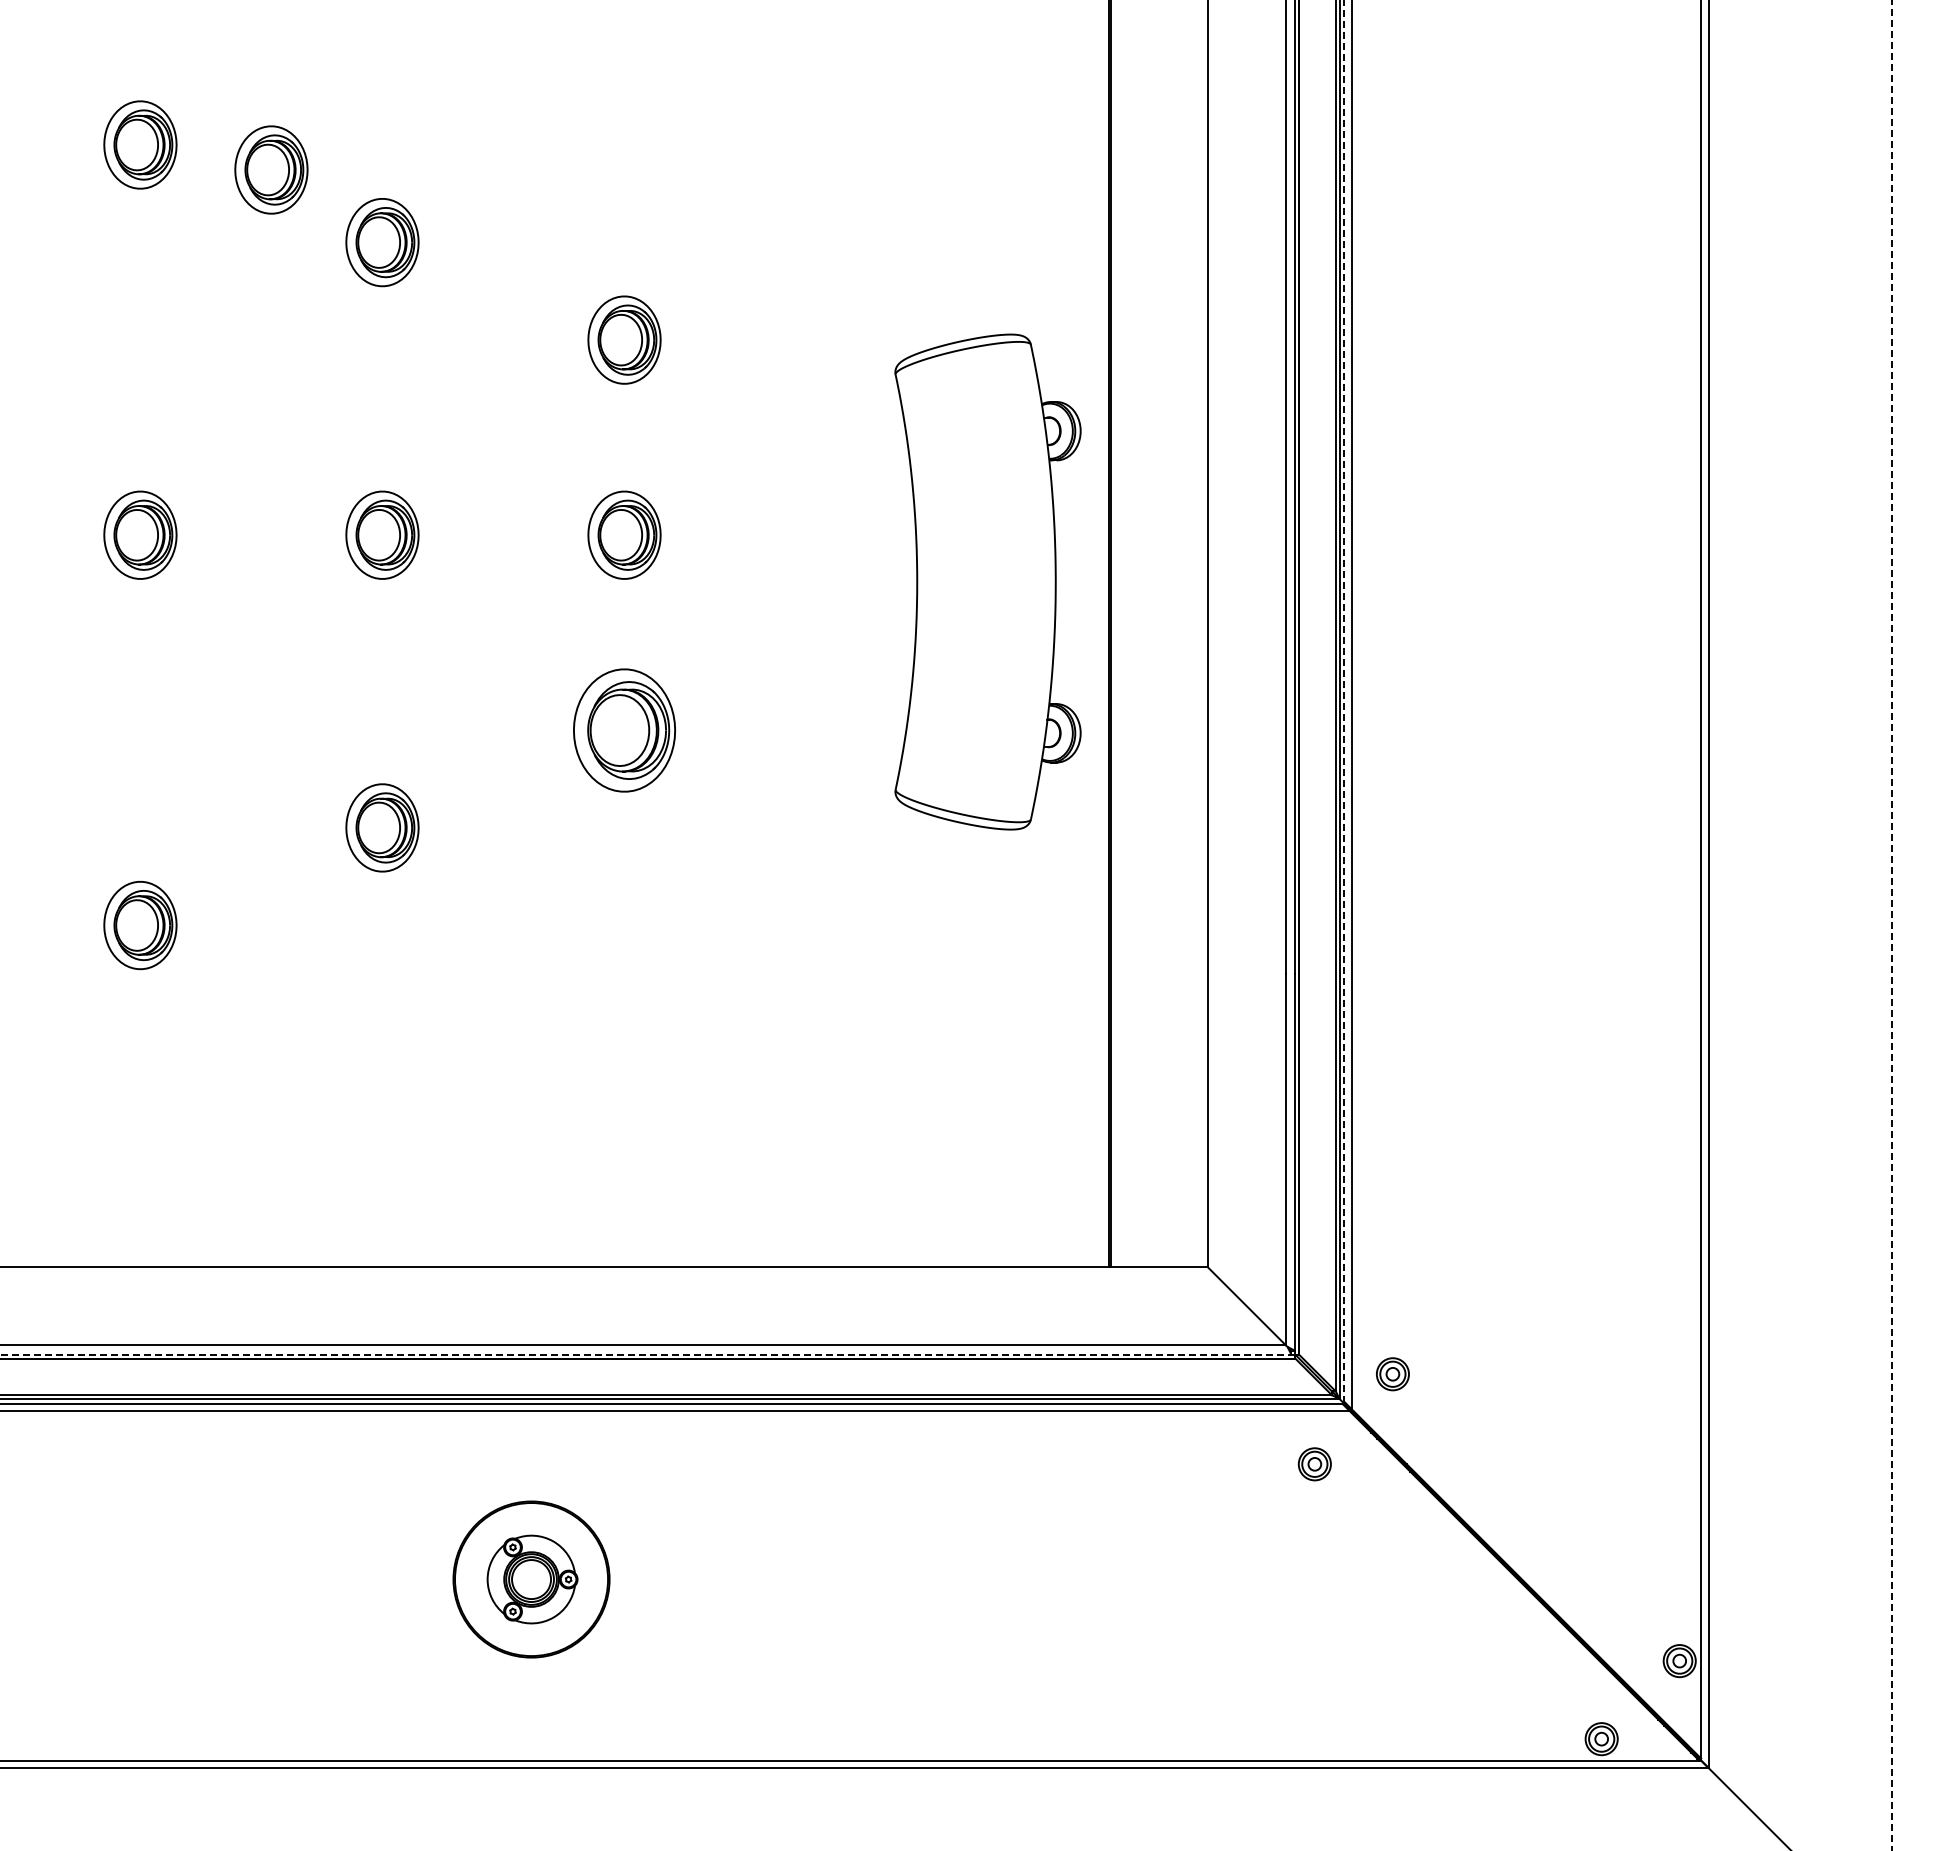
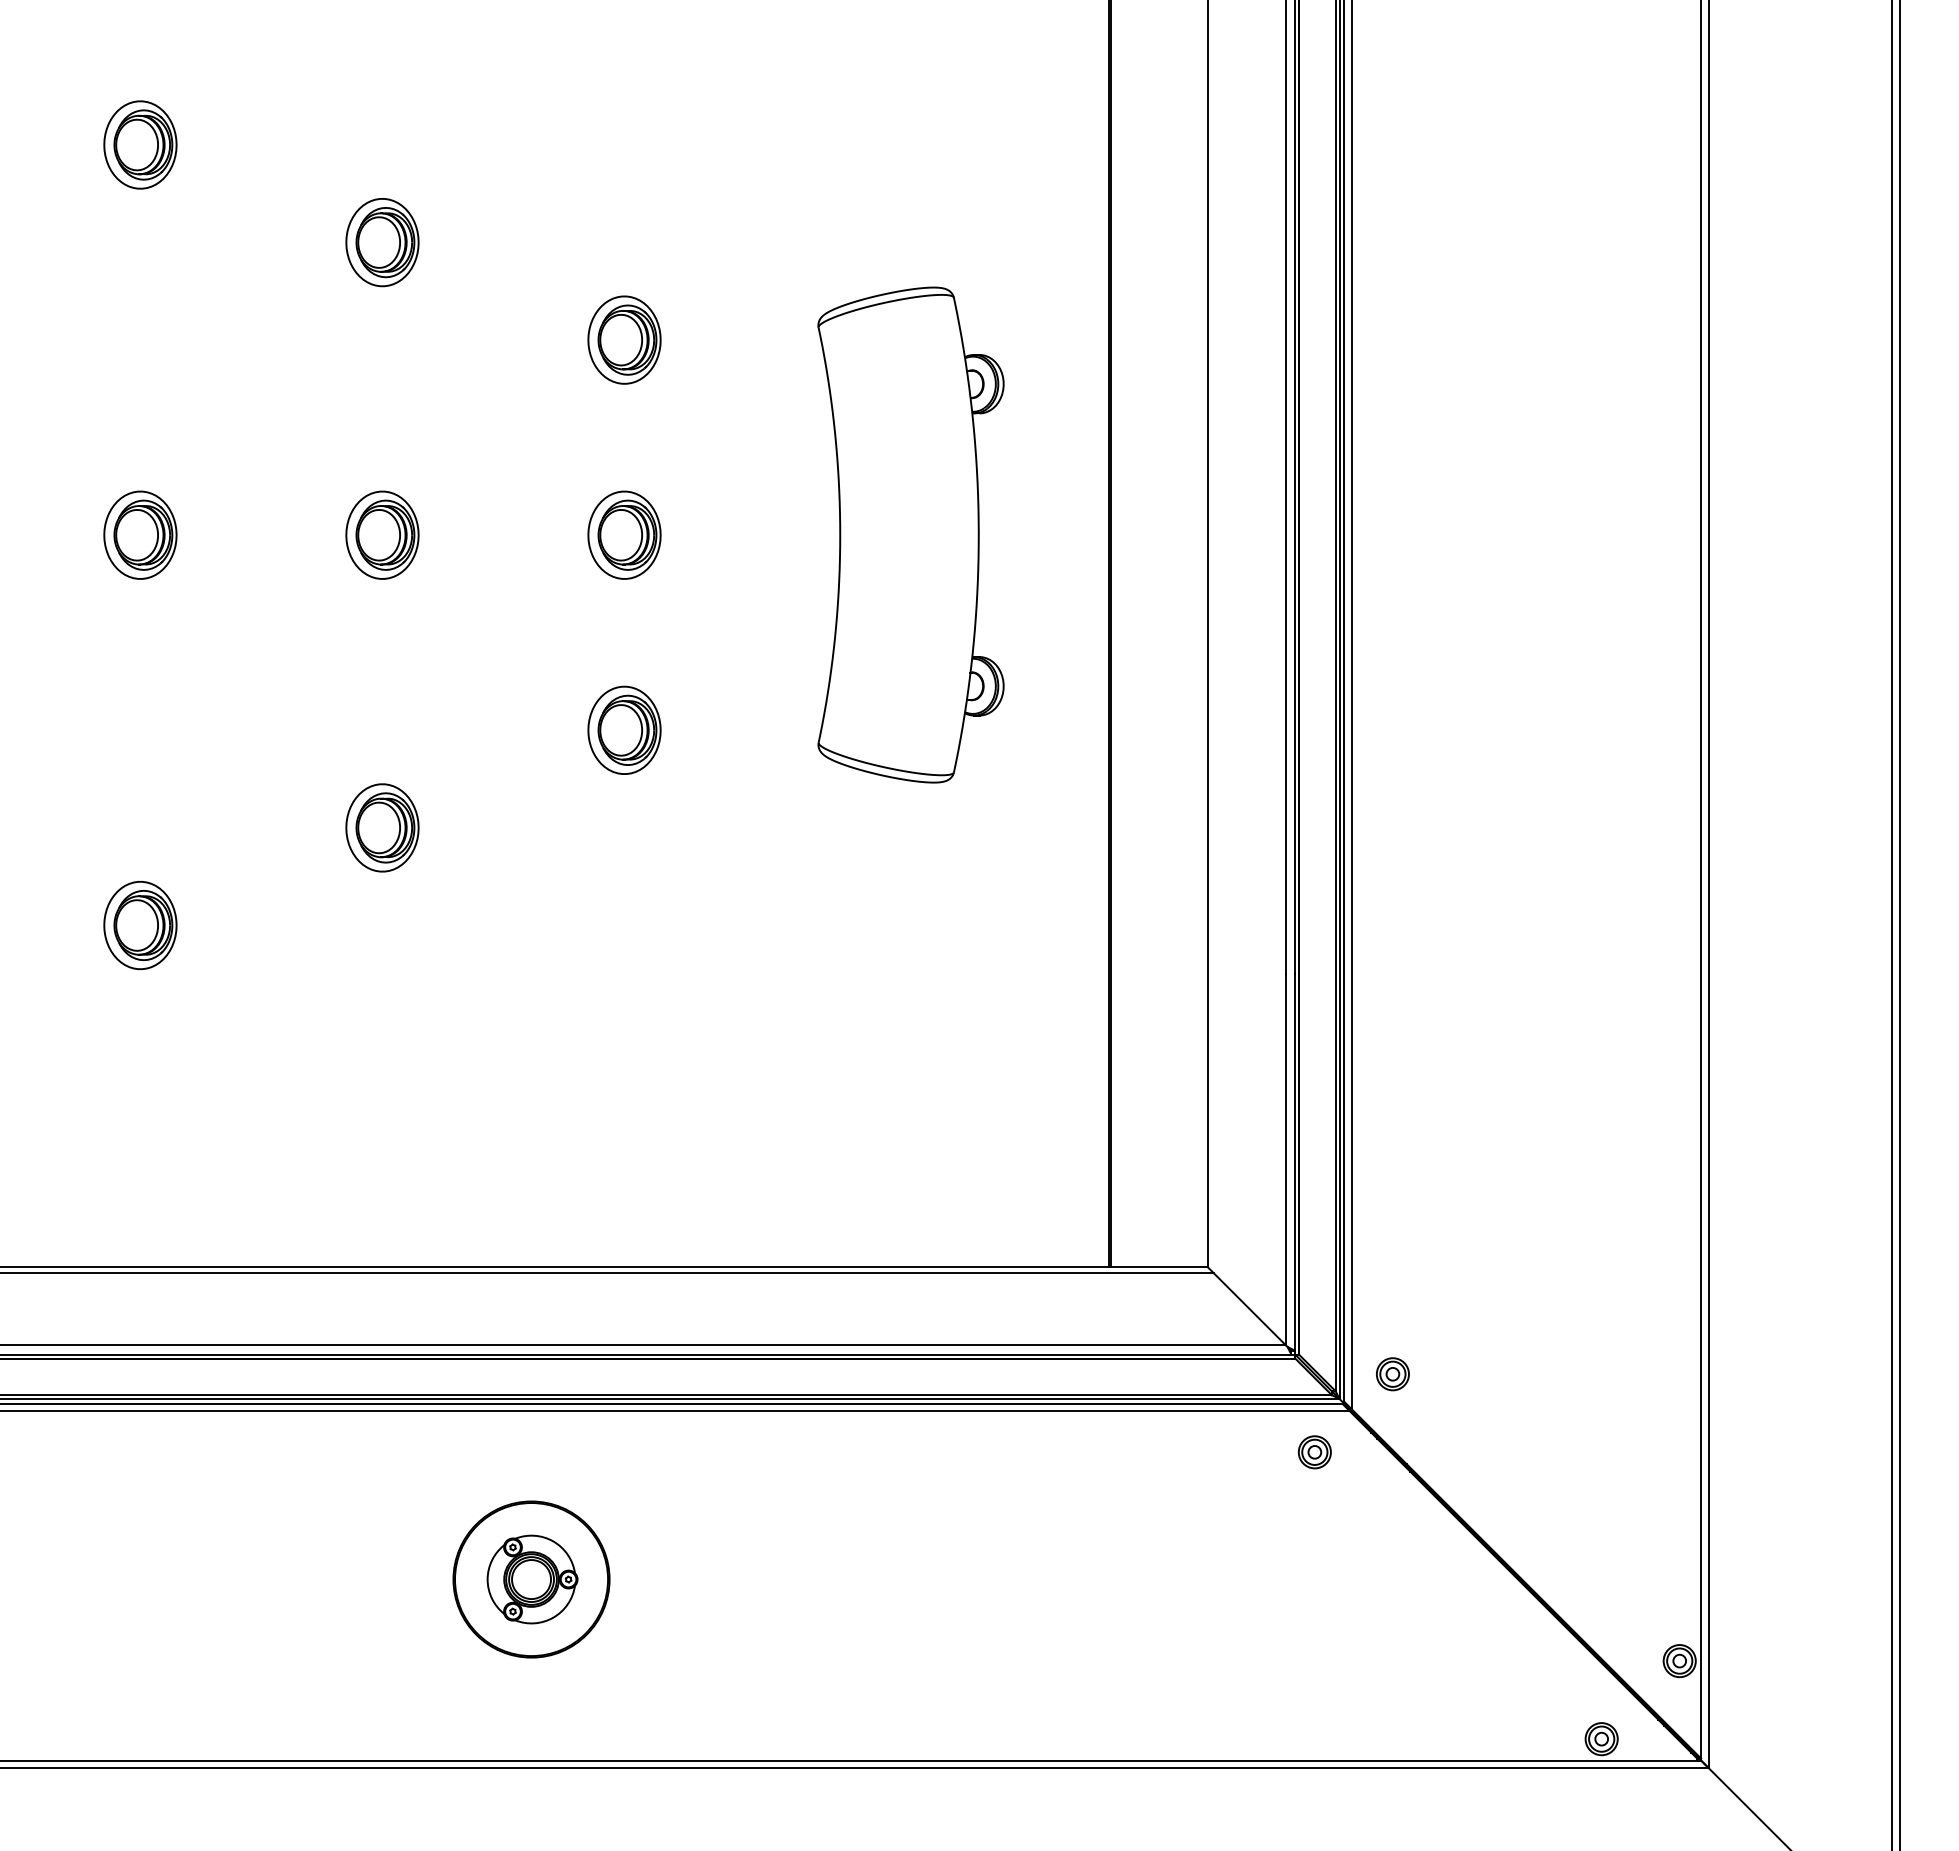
part at (271, 169): present -> none
part at (987, 581) position: (987, 581) -> (910, 534)
line at (1344, 700): dashed -> solid
part at (624, 730) size: 104x125 px -> 75x90 px
line at (1900, 924): none -> present
line at (1892, 925): dashed -> solid
line at (607, 1273): none -> present
line at (646, 1354): dashed -> solid
part at (1314, 1464) position: (1314, 1464) -> (1314, 1452)
